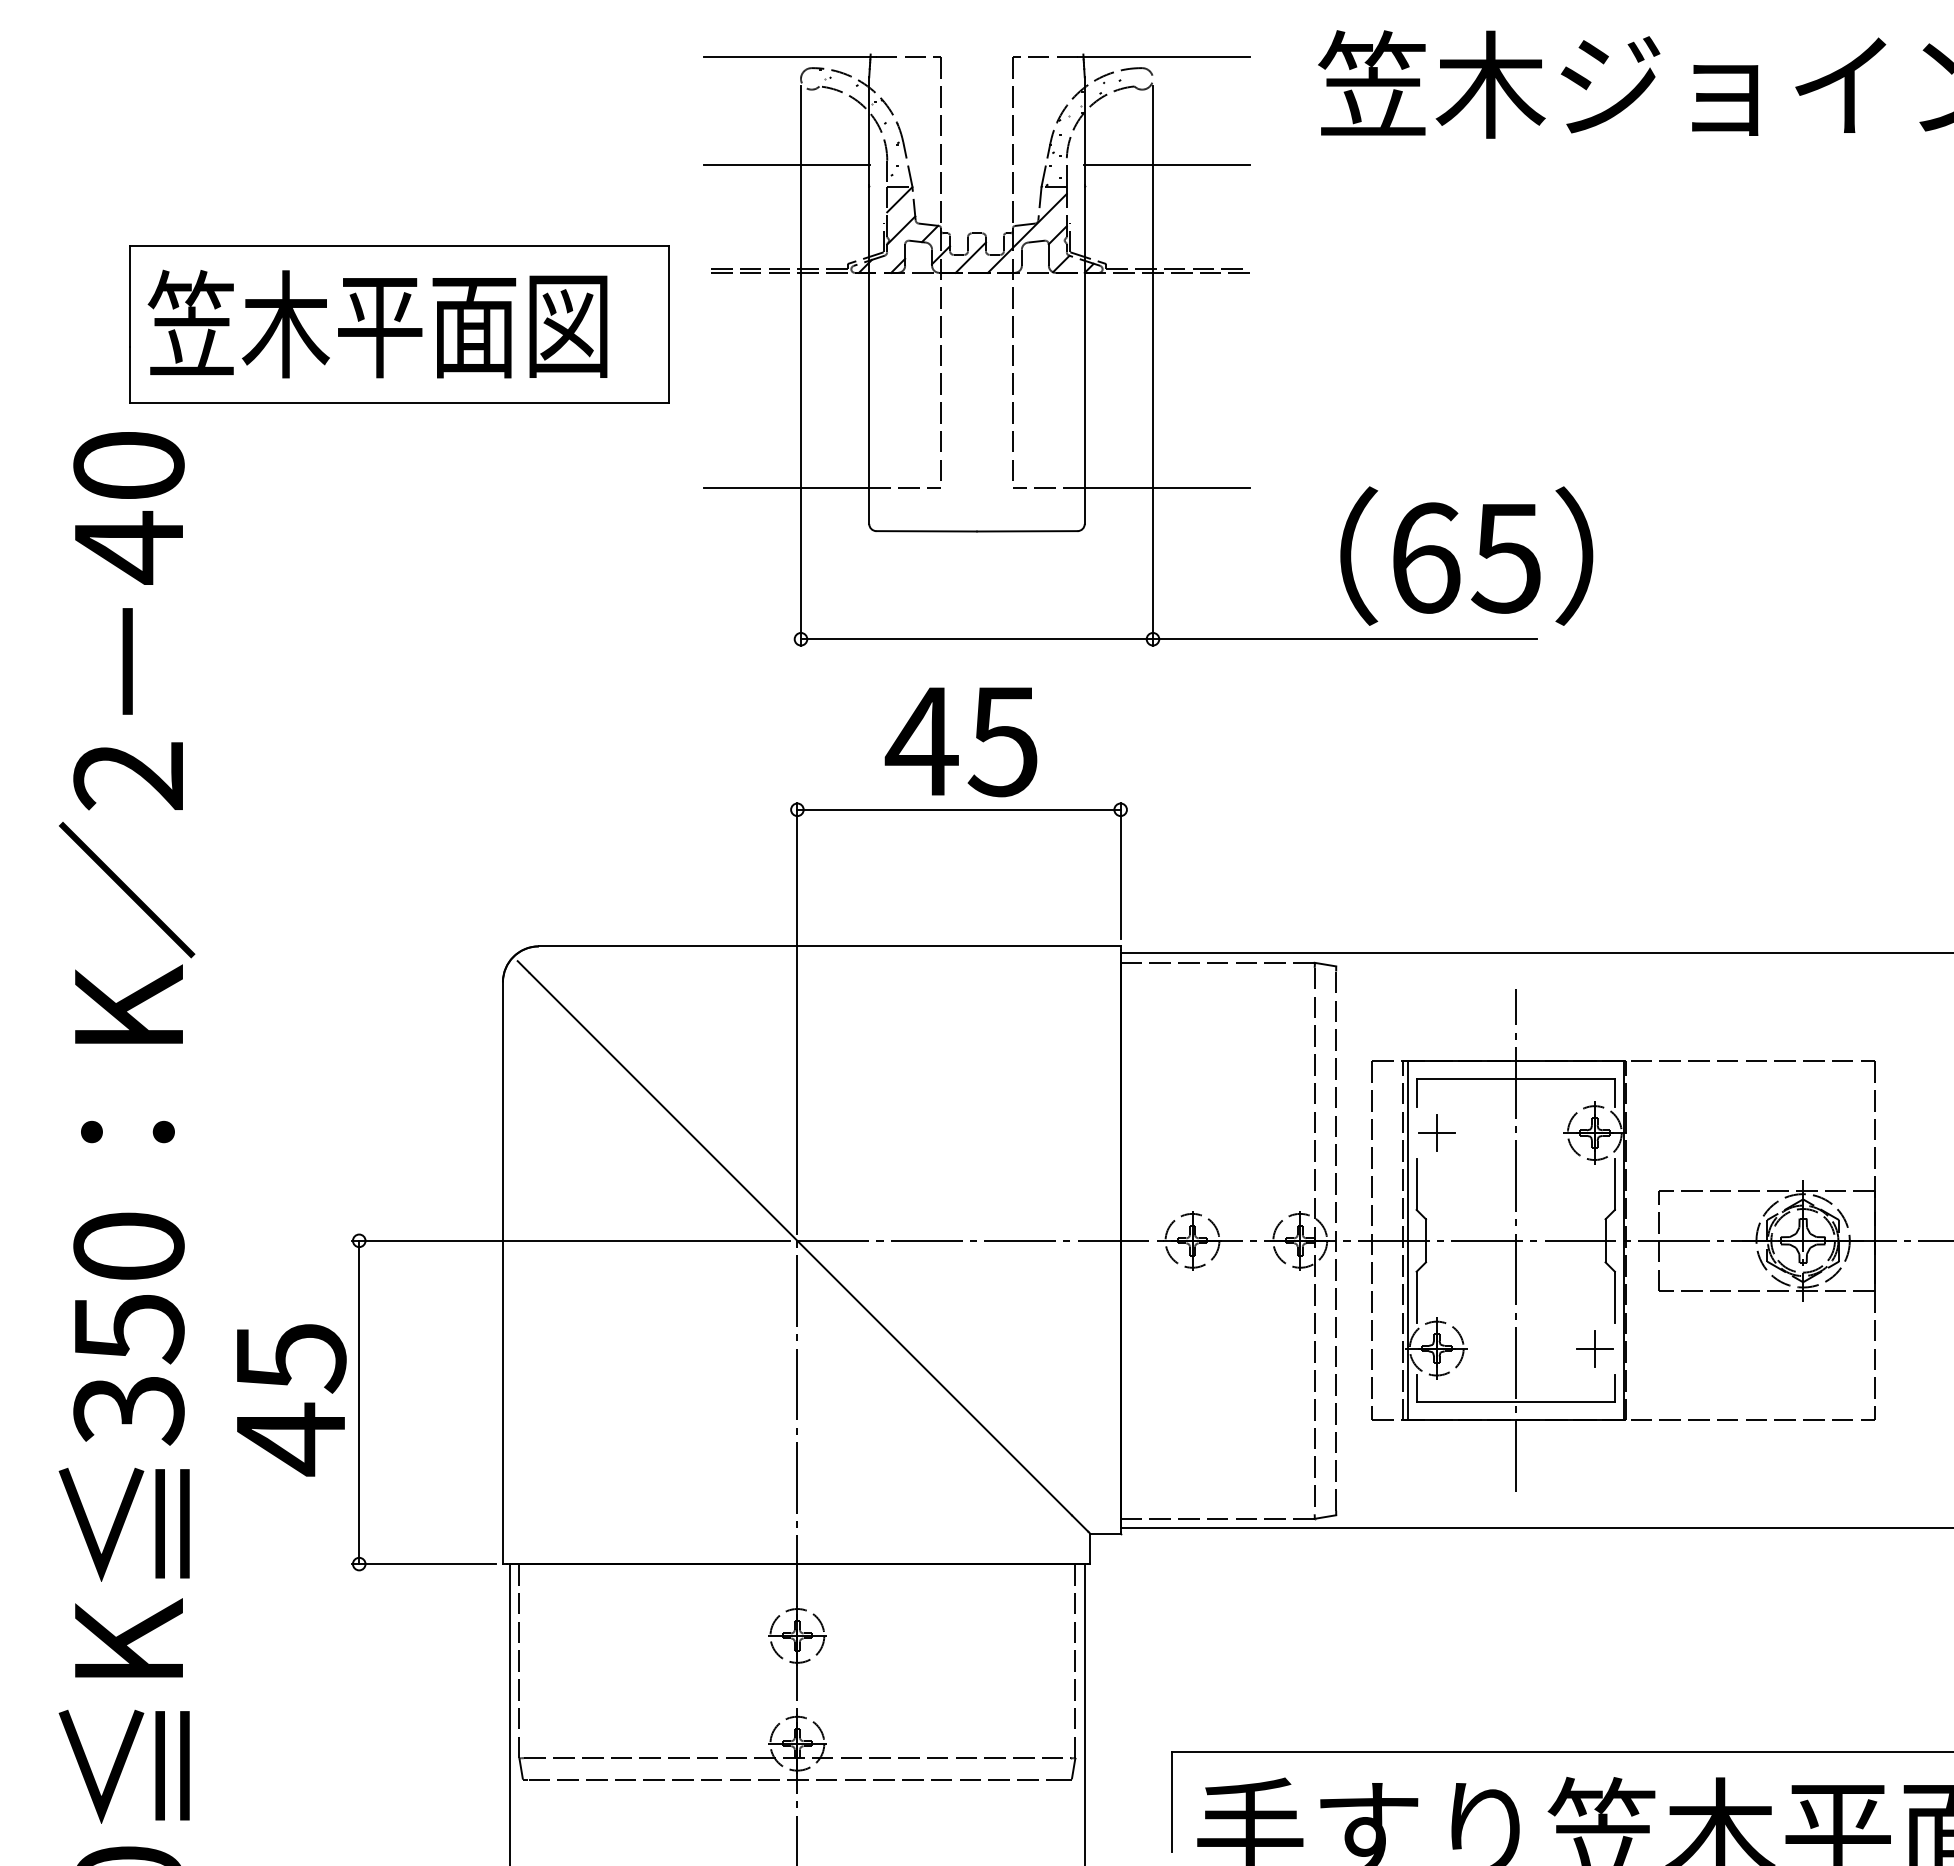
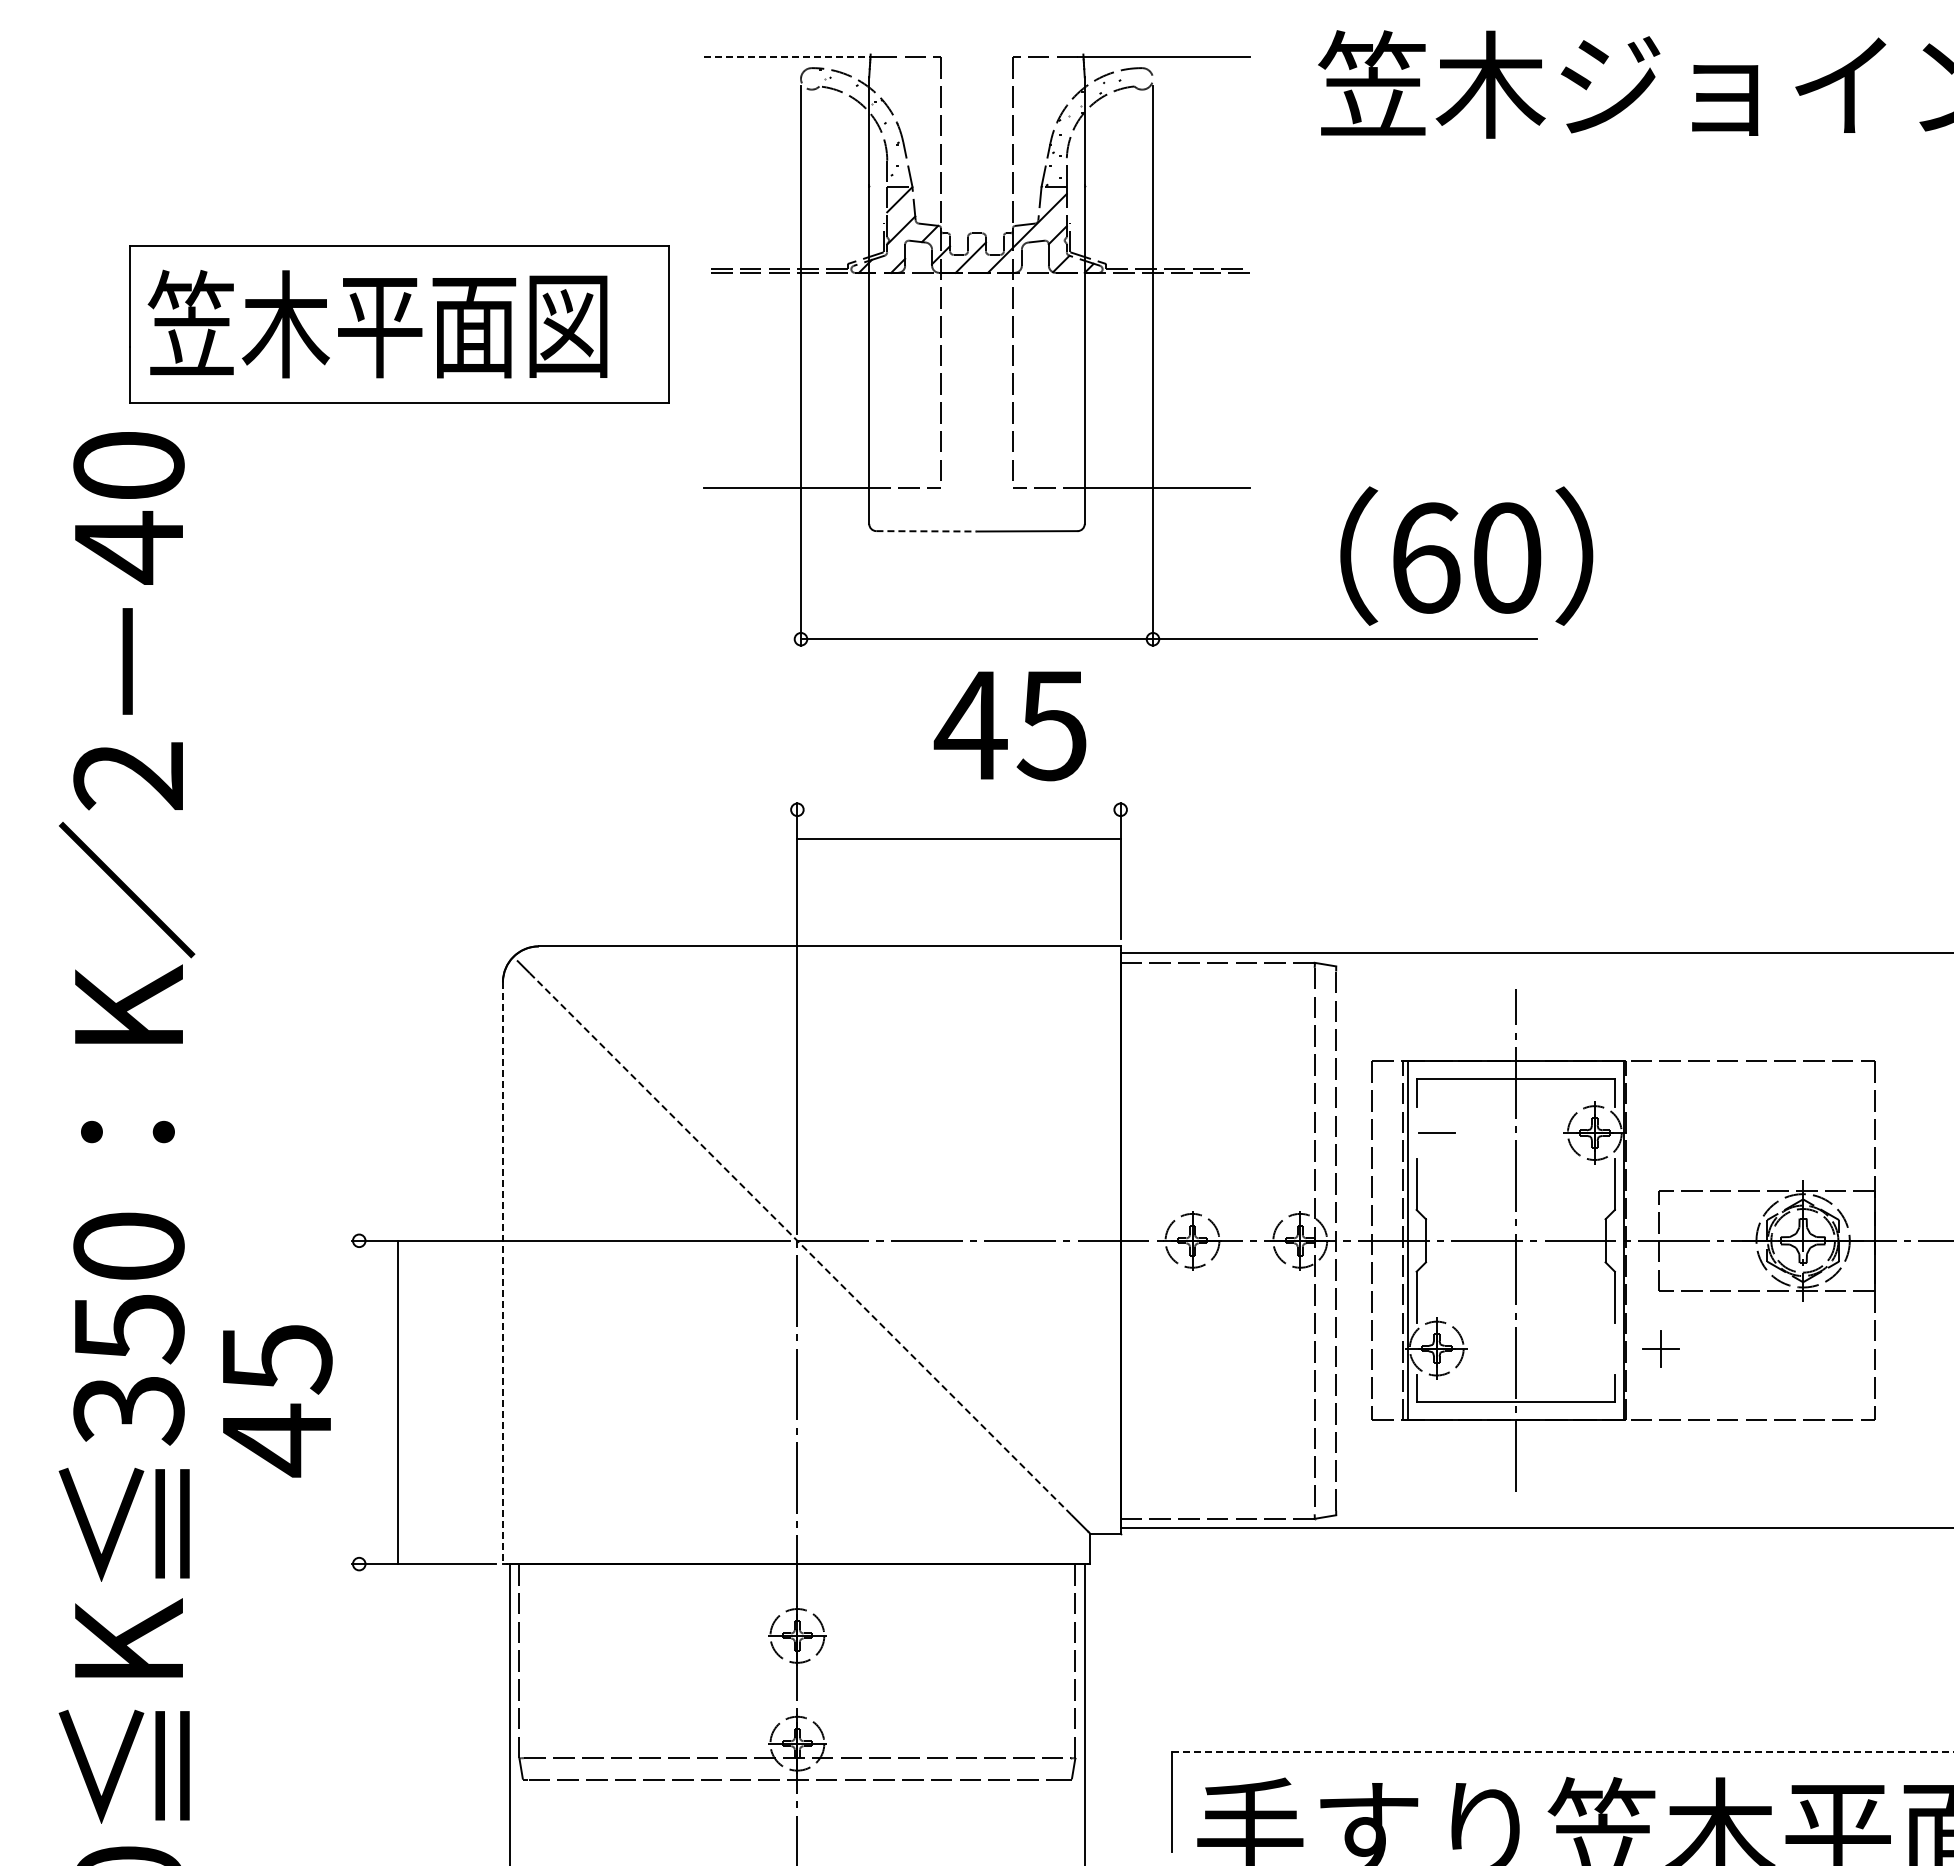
line at (789, 57): solid -> dashed
line at (787, 165): present -> none
line at (1166, 165): present -> none
line at (927, 531): solid -> dashed
text at (1506, 557): 65 -> 60
text at (960, 742) position: (960, 742) -> (1009, 726)
line at (958, 809) position: (958, 809) -> (958, 838)
line at (1436, 1133): present -> none
line at (801, 1244): solid -> dashed
line at (502, 1273): solid -> dashed
part at (1594, 1348) position: (1594, 1348) -> (1660, 1348)
text at (291, 1400) position: (291, 1400) -> (277, 1401)
line at (359, 1402) position: (359, 1402) -> (398, 1402)
line at (1562, 1751): solid -> dashed
